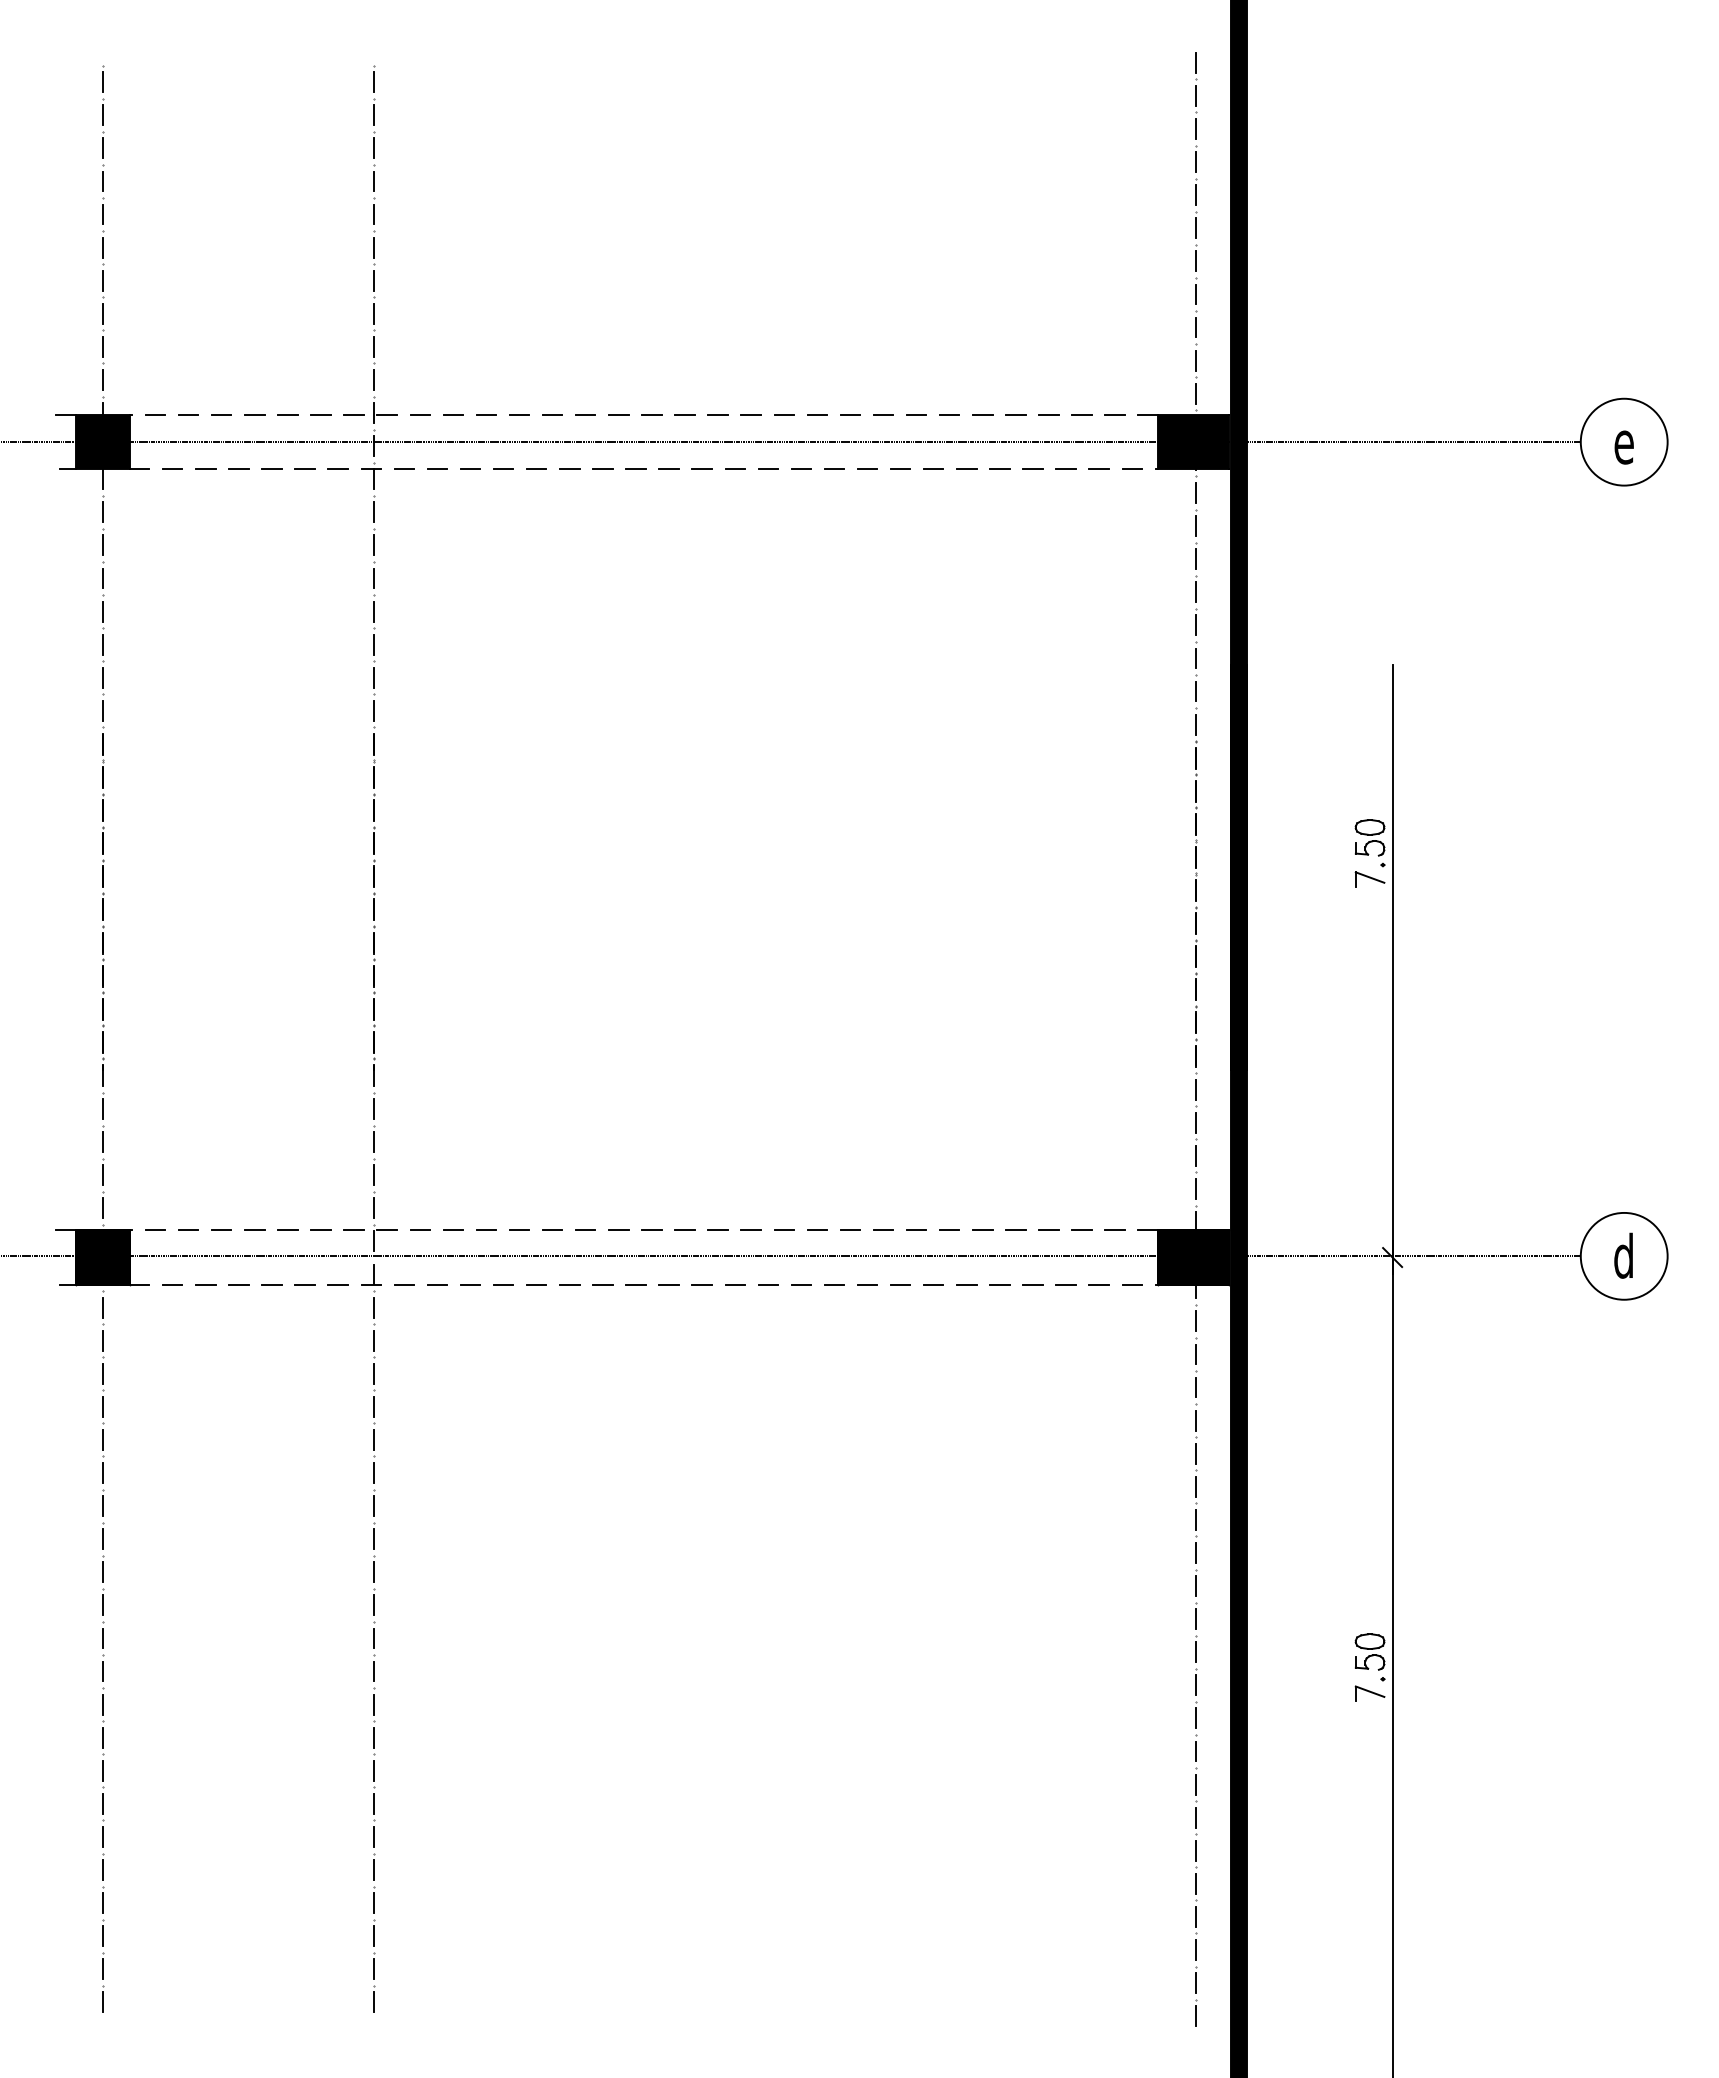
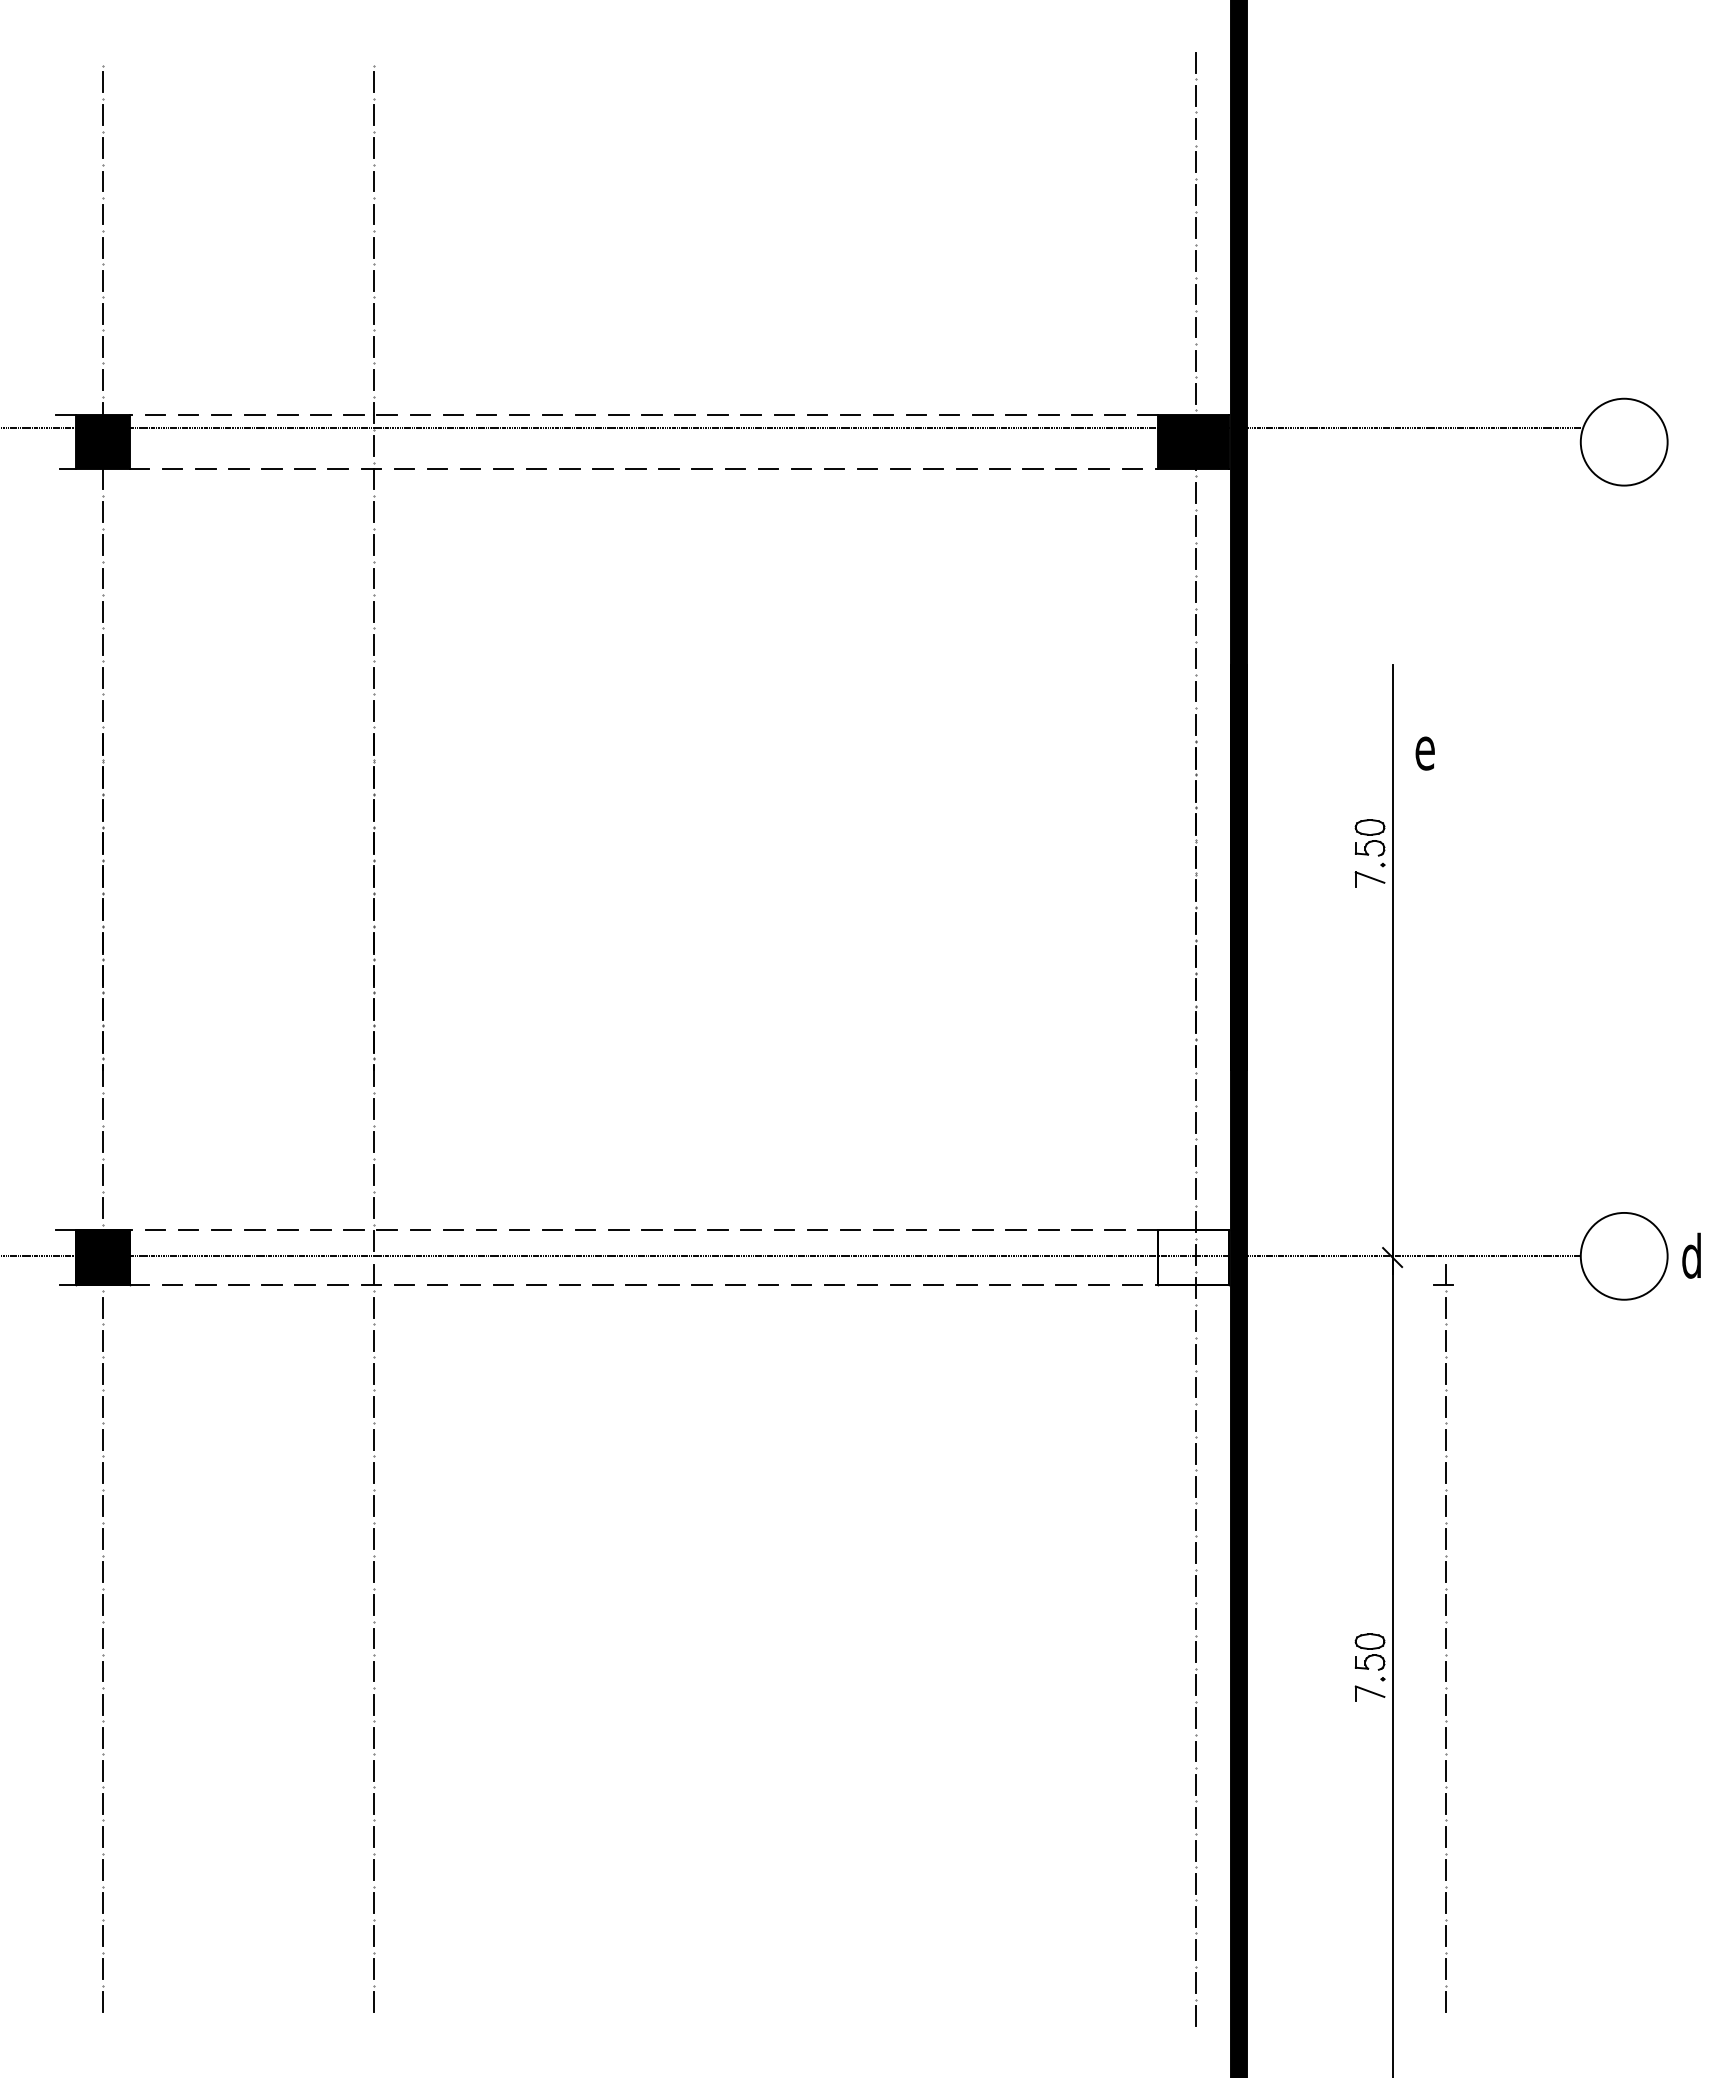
line at (791, 442) position: (791, 442) -> (791, 428)
text at (1623, 447) position: (1623, 447) -> (1424, 753)
text at (1623, 1255) position: (1623, 1255) -> (1691, 1255)
fill at (1192, 1257): present -> none
part at (1443, 1638): none -> present
